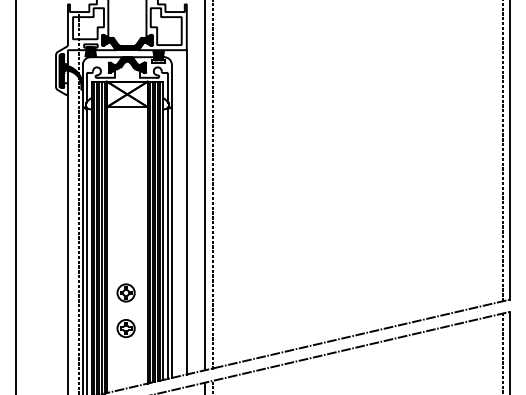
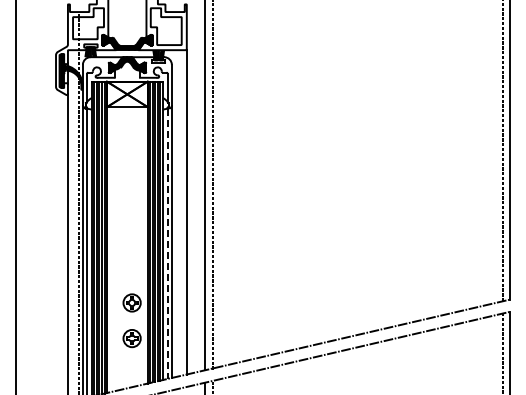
line at (167, 244): solid -> dashed
part at (125, 302) position: (125, 302) -> (131, 312)
